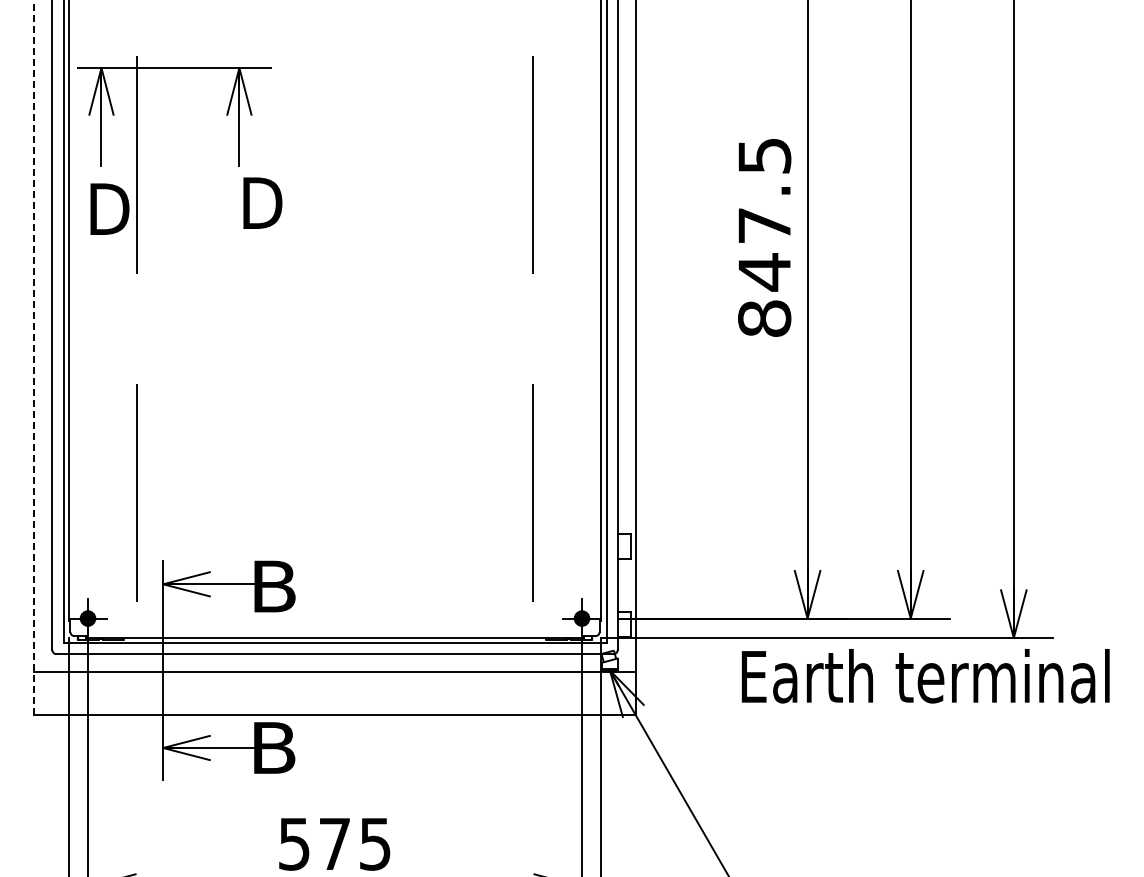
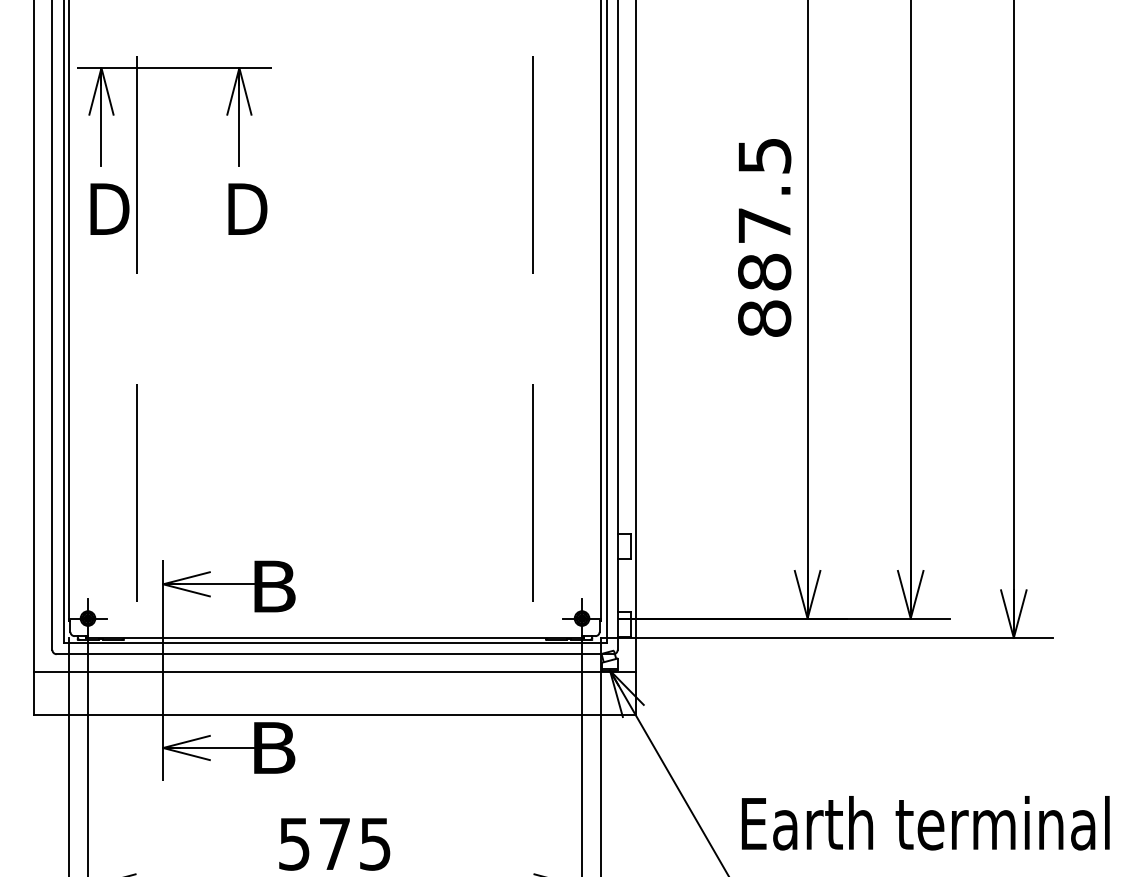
text at (262, 202) position: (262, 202) -> (247, 208)
text at (764, 272): 847.5 -> 887.5
line at (34, 357): dashed -> solid
text at (925, 676) position: (925, 676) -> (925, 823)
